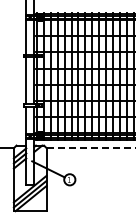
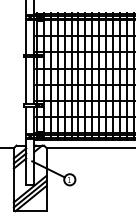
line at (91, 148): dashed -> solid
